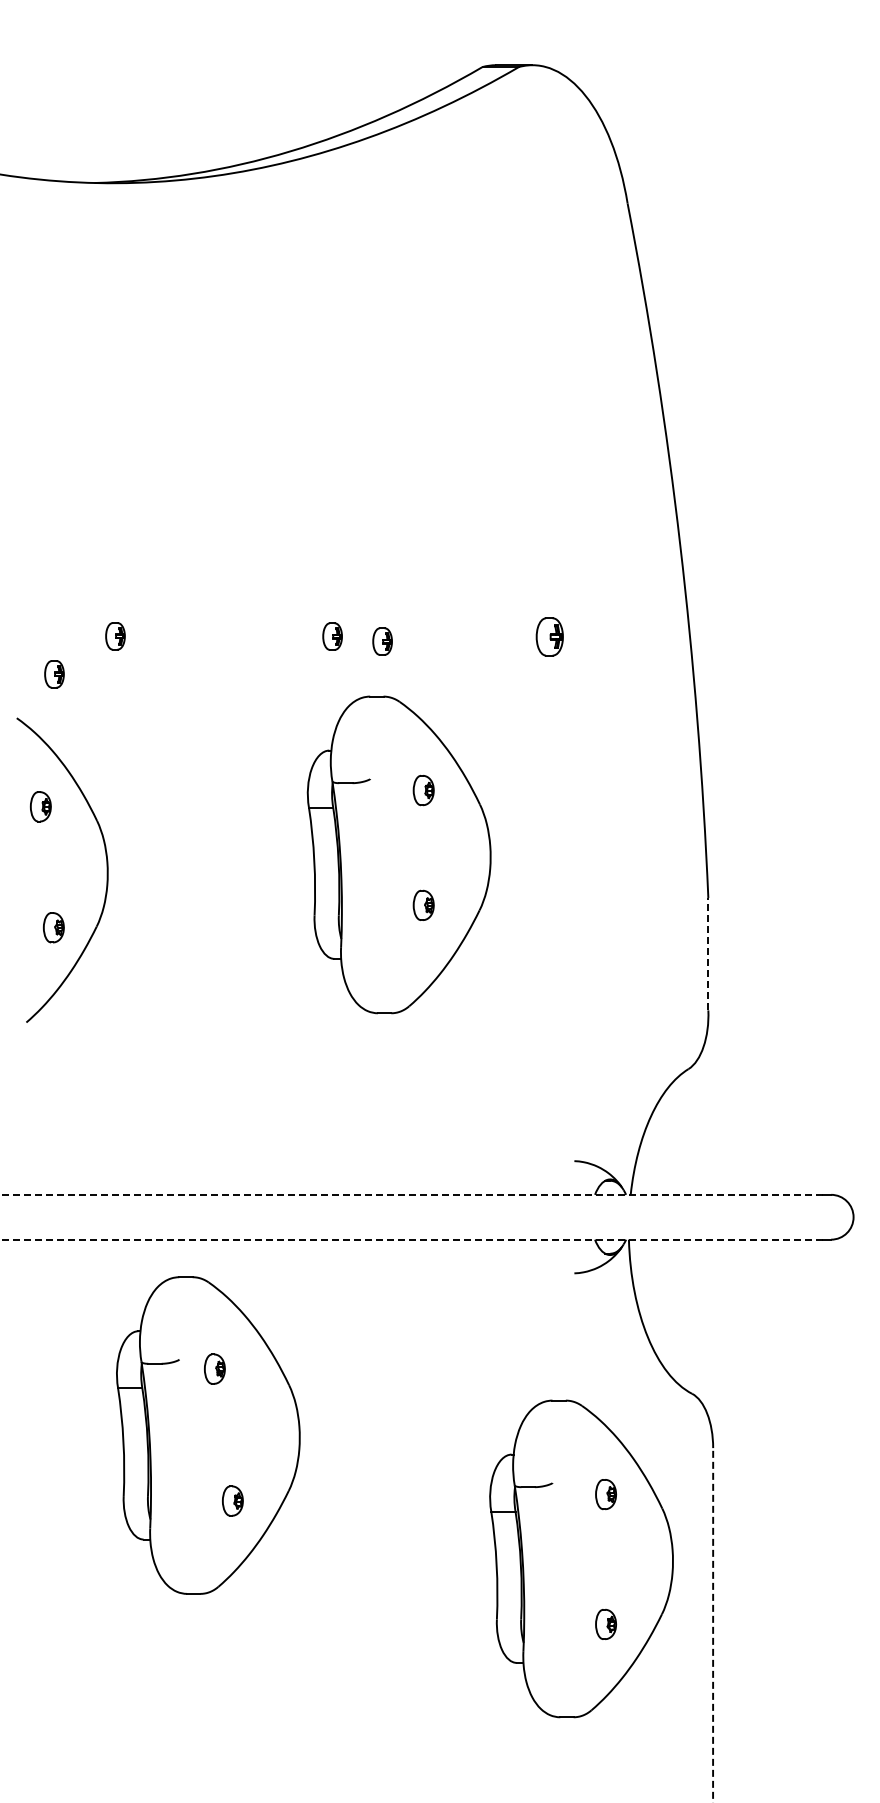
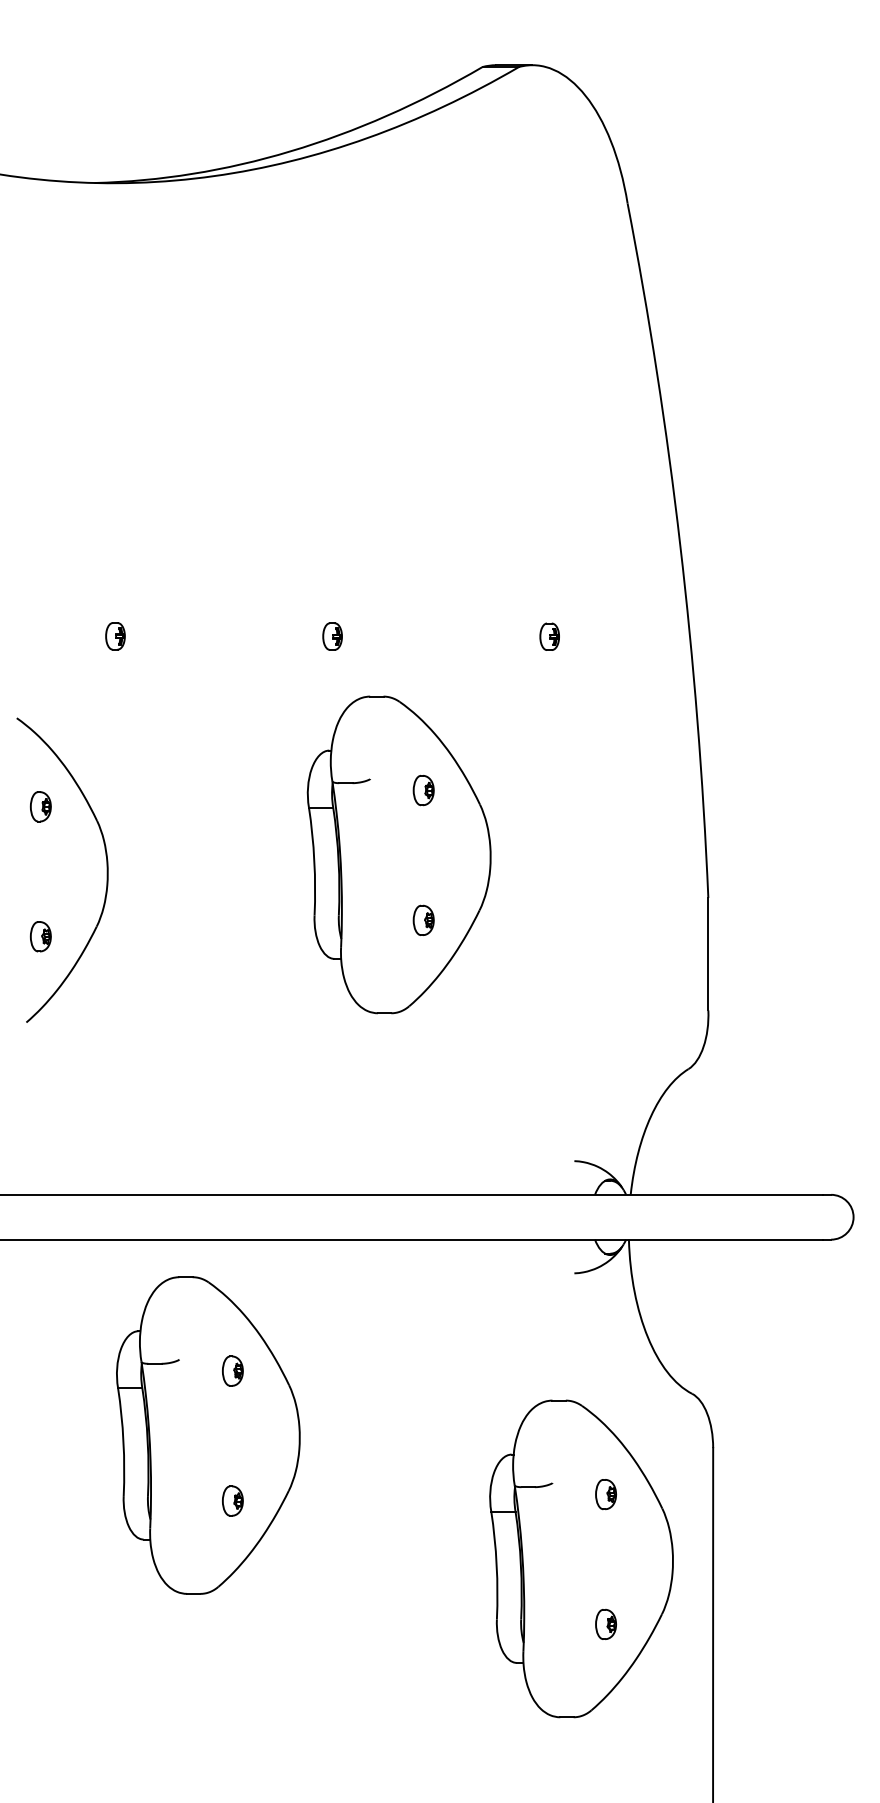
part at (549, 636) size: 29x40 px -> 21x29 px
part at (382, 641): present -> none
part at (54, 674): present -> none
part at (423, 904) position: (423, 904) -> (423, 919)
part at (53, 927) position: (53, 927) -> (40, 936)
line at (708, 953): dashed -> solid
line at (410, 1194): dashed -> solid
line at (411, 1239): dashed -> solid
part at (214, 1368) position: (214, 1368) -> (232, 1370)
line at (713, 1625): dashed -> solid
